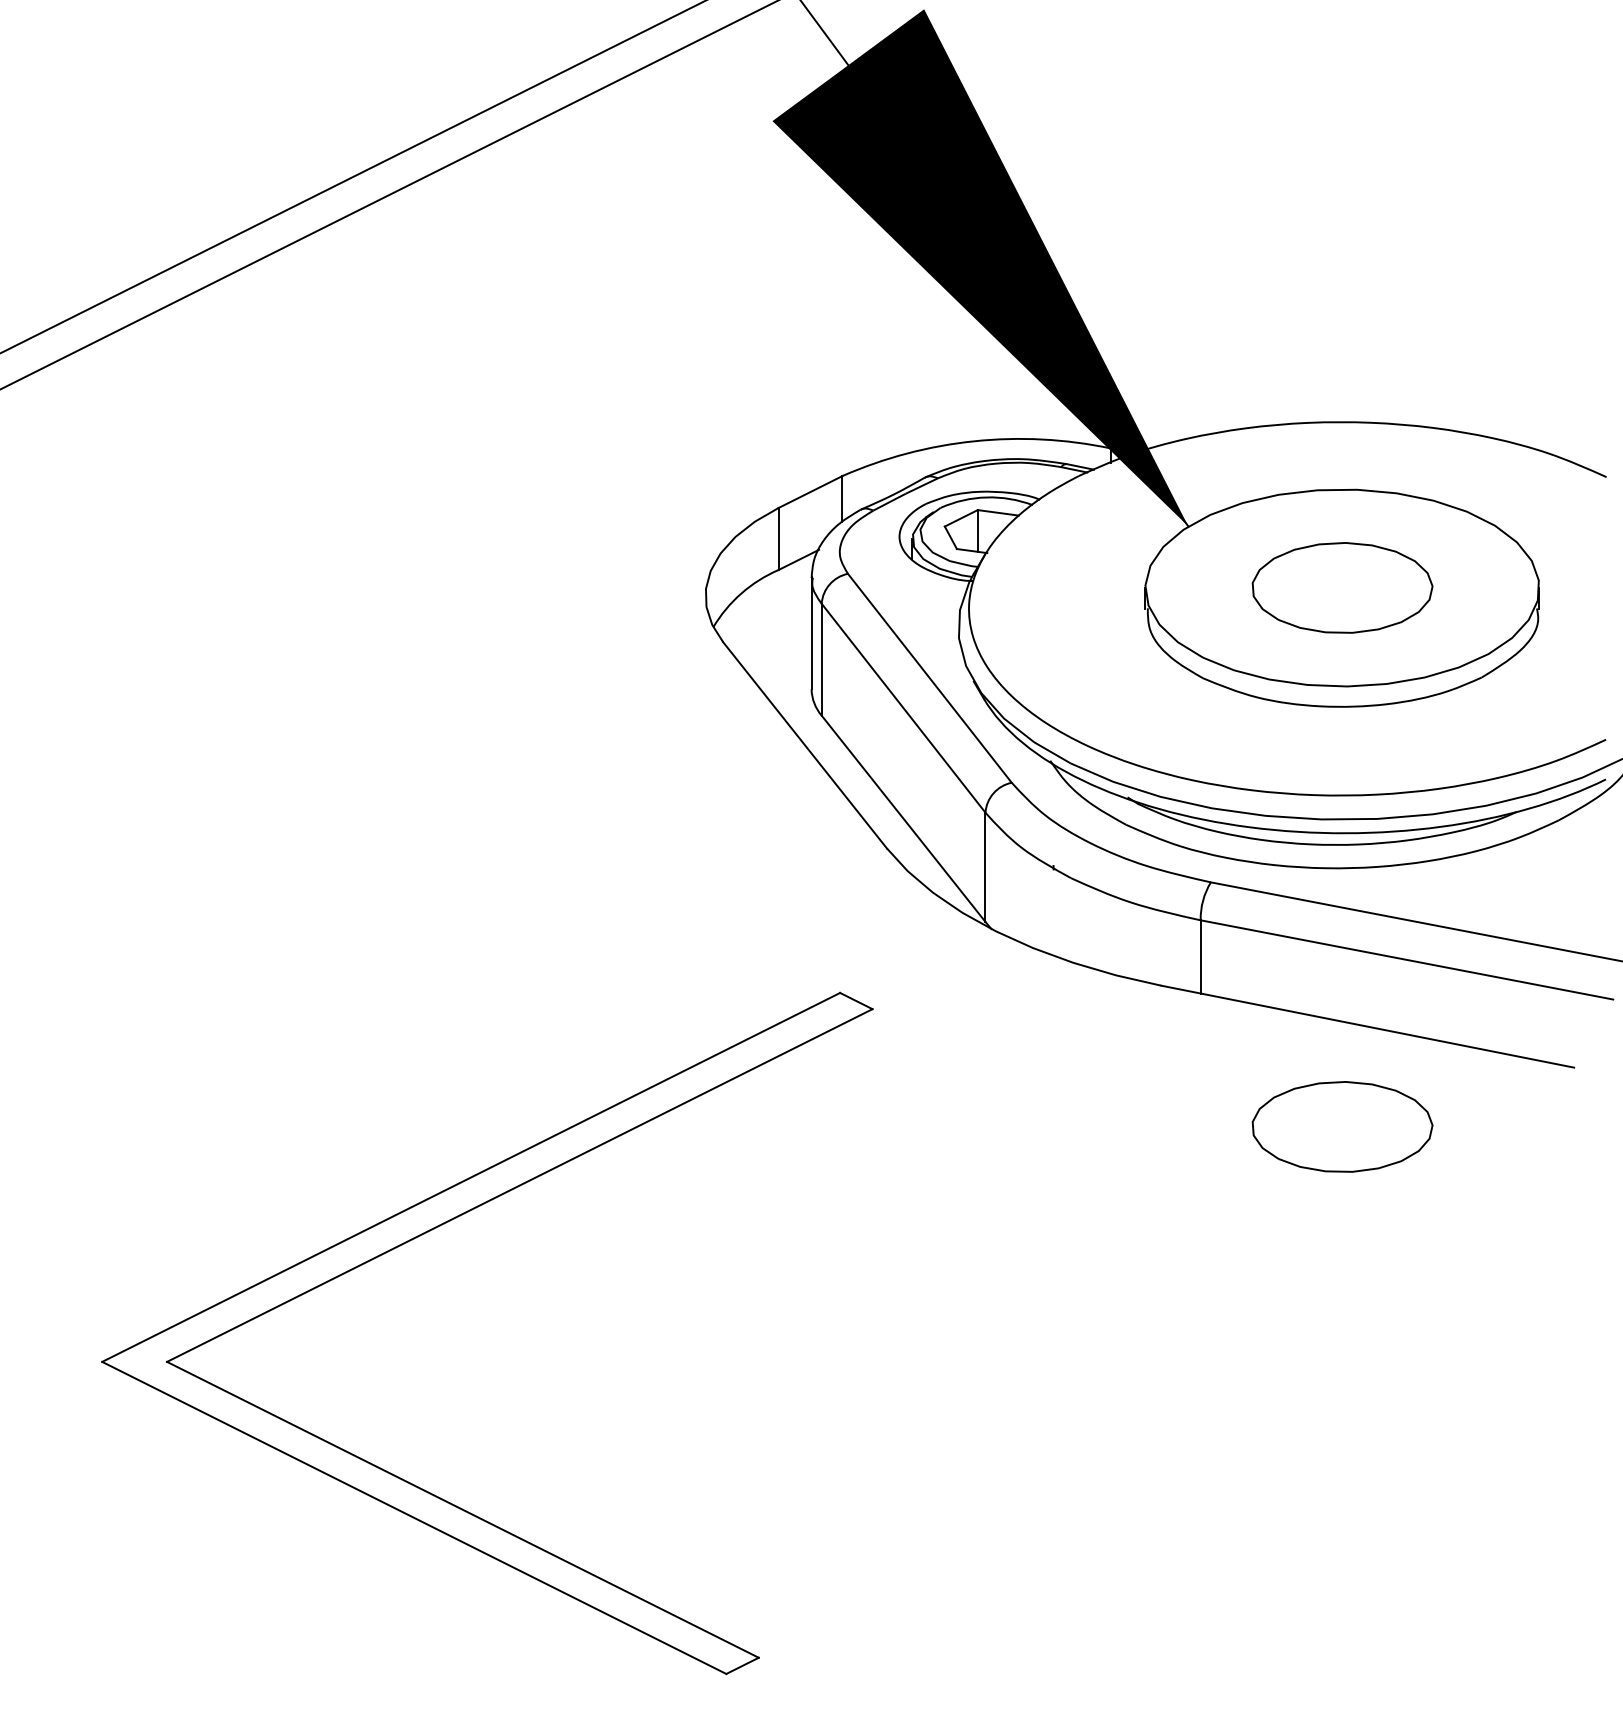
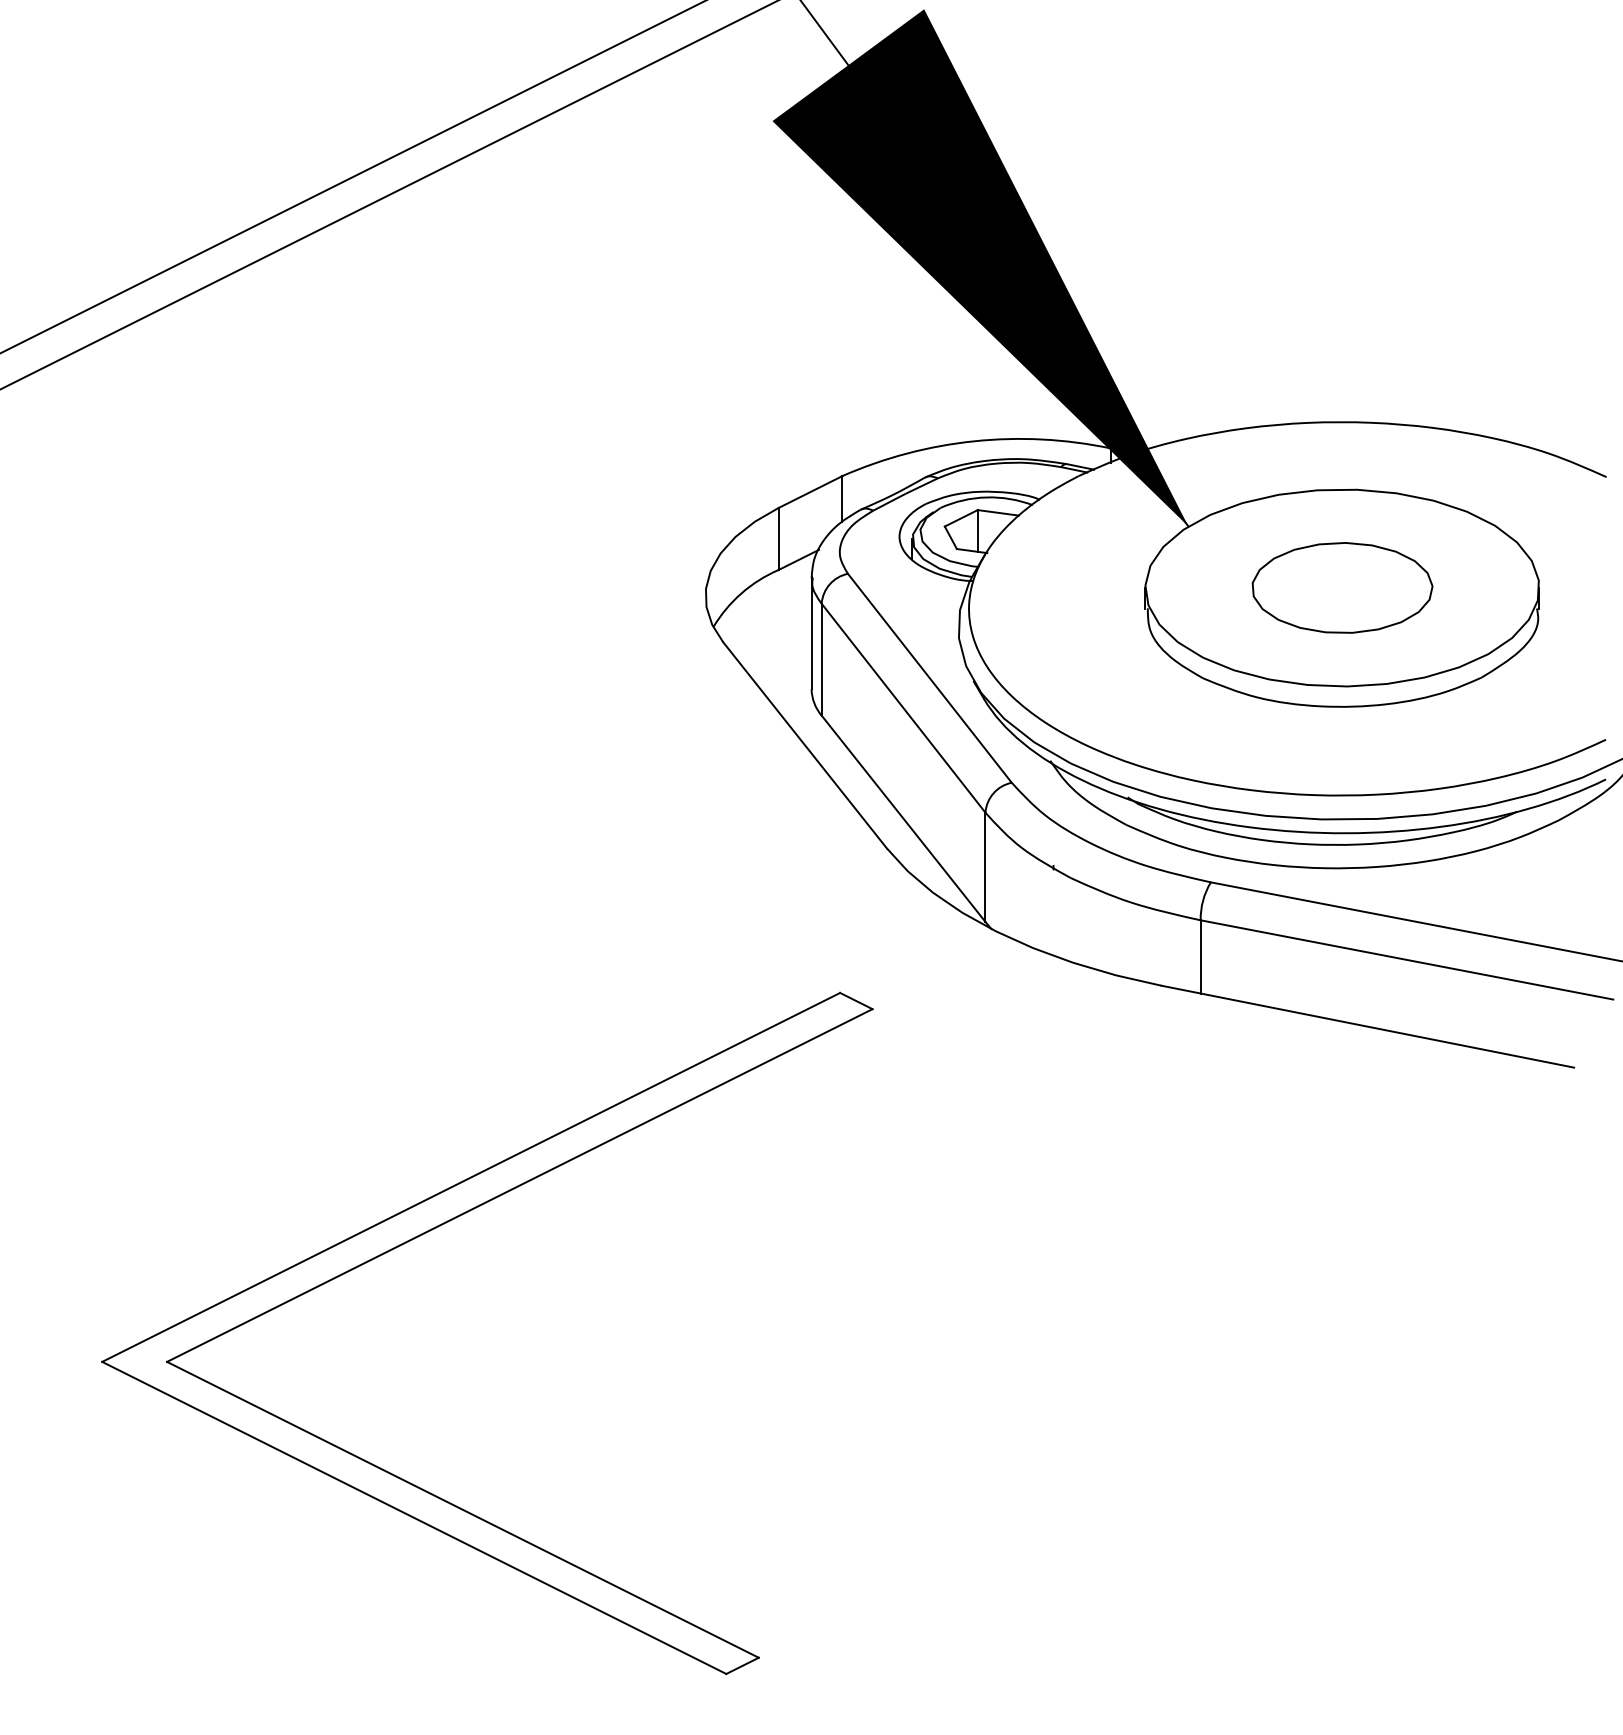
part at (1342, 1126): present -> none
